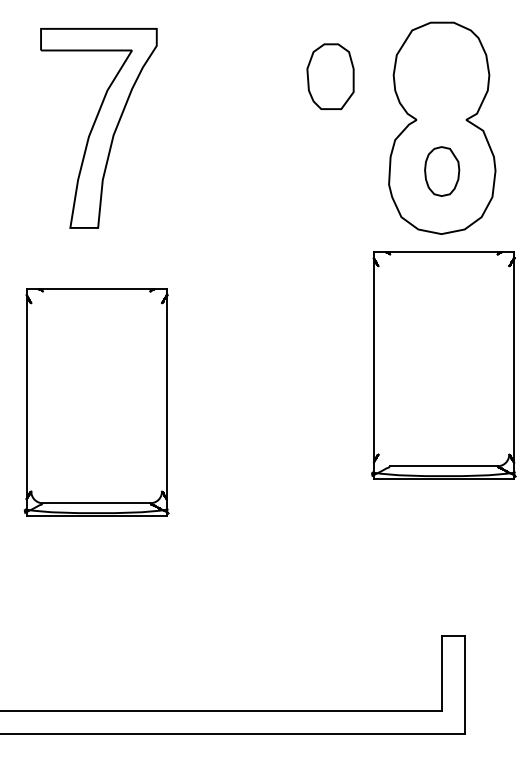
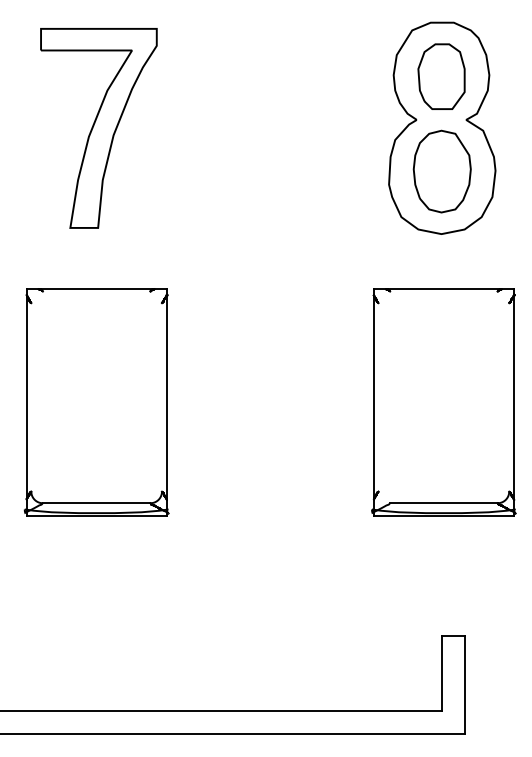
part at (330, 76) position: (330, 76) -> (441, 76)
part at (442, 171) size: 37x51 px -> 60x85 px
part at (443, 365) position: (443, 365) -> (443, 402)
